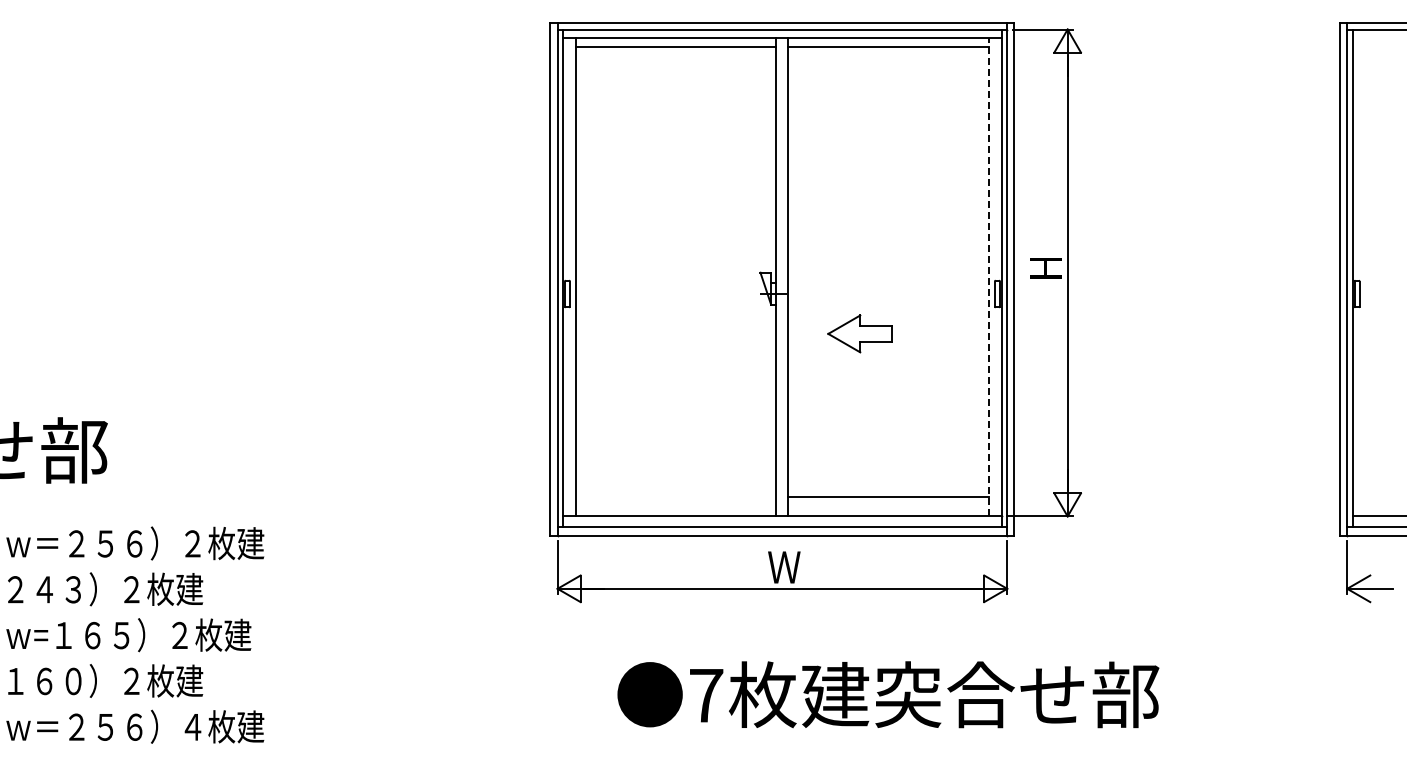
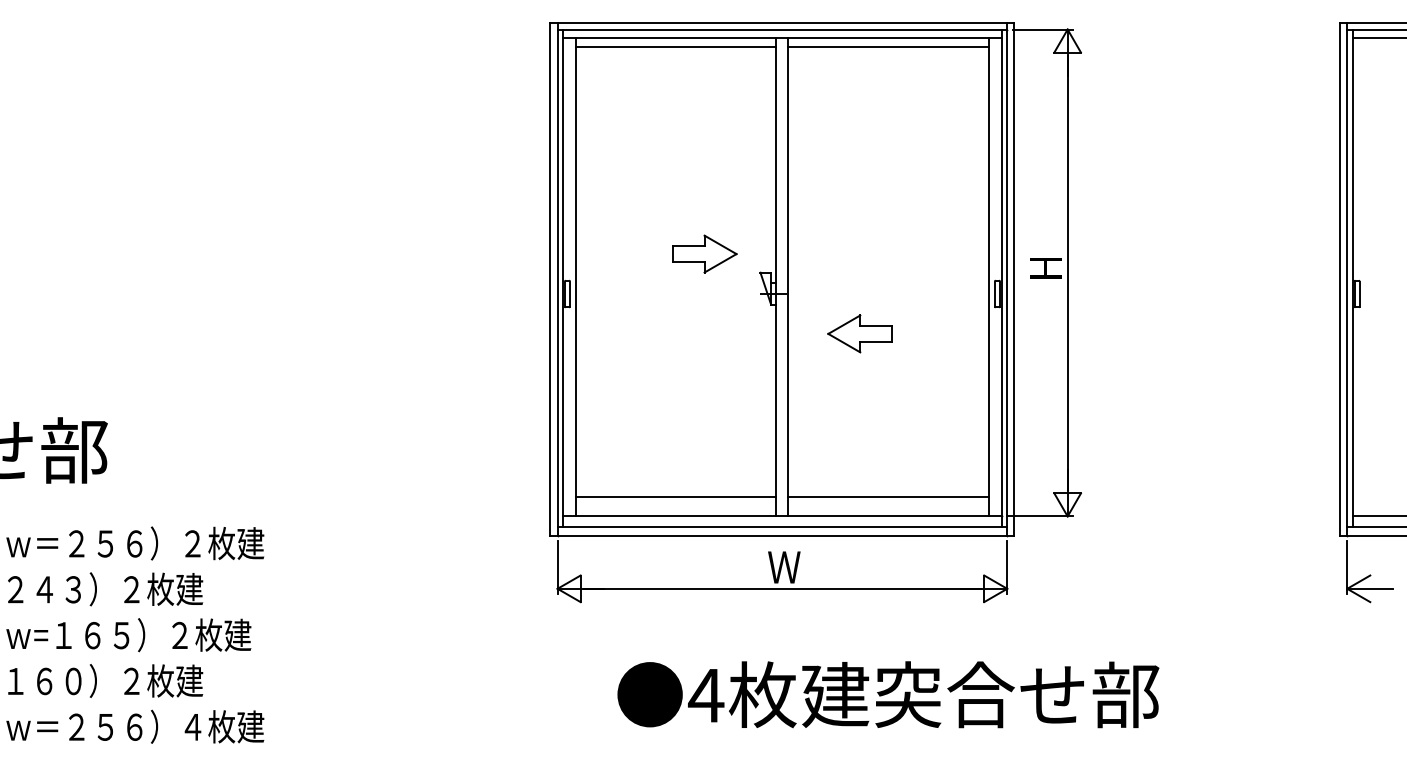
line at (1377, 37): none -> present
part at (704, 253): none -> present
line at (989, 276): dashed -> solid
line at (675, 496): none -> present
text at (706, 695): 7 -> 4
